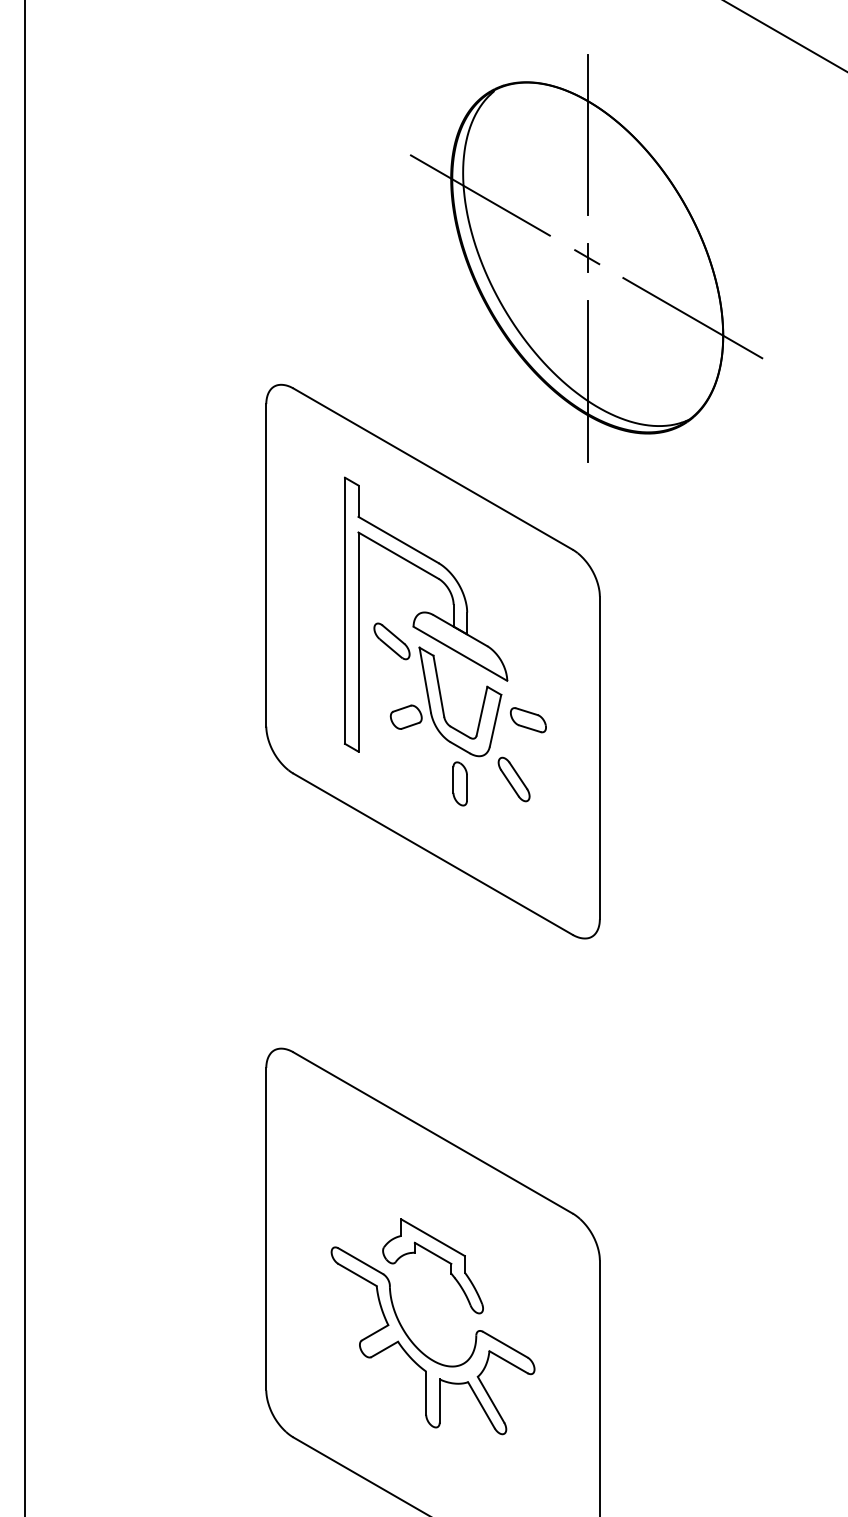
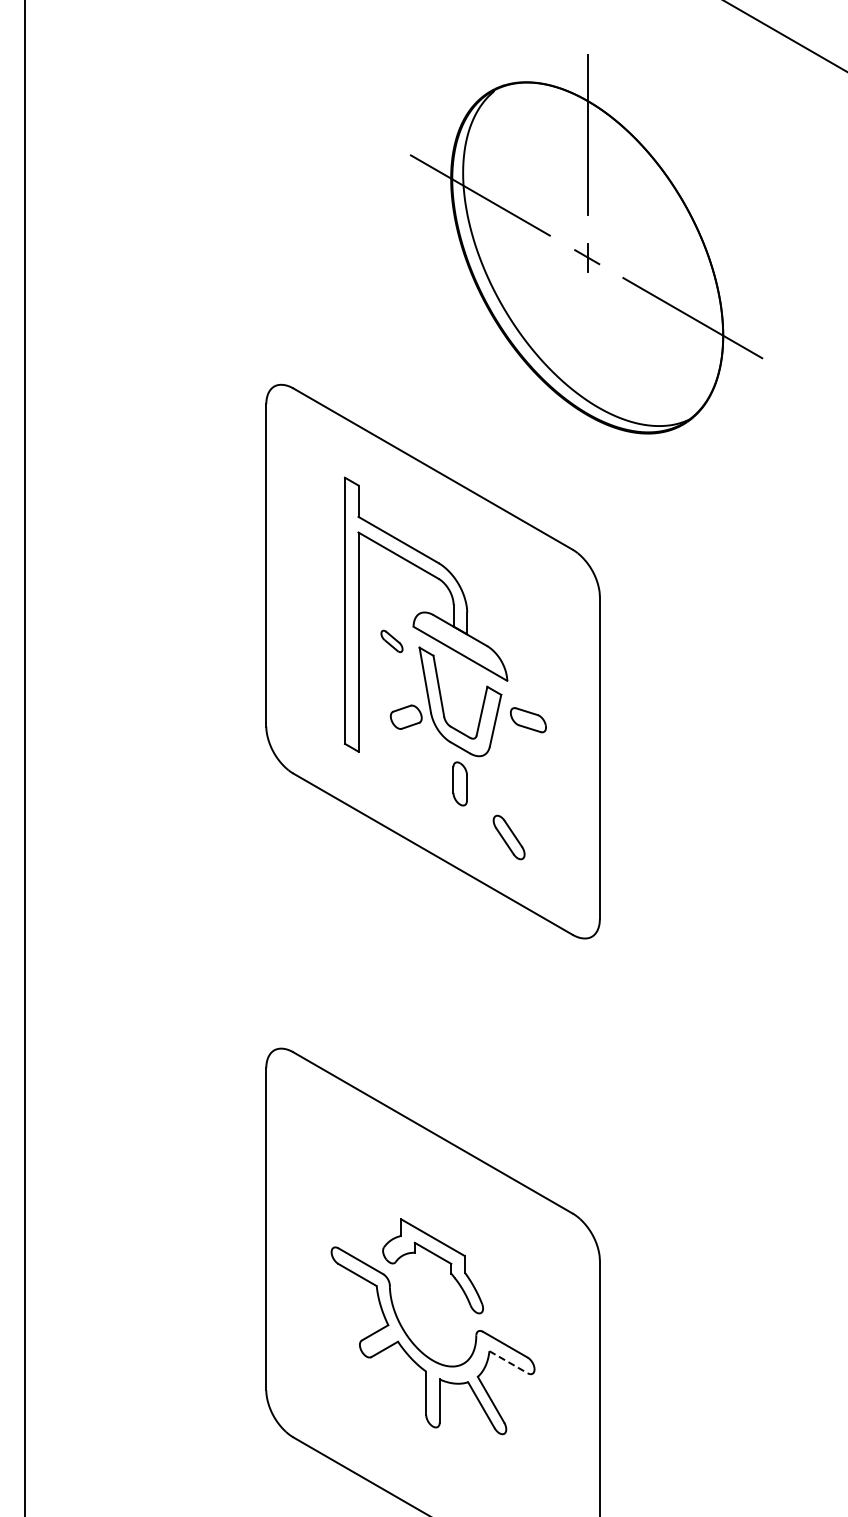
line at (587, 381): present -> none
part at (391, 641) size: 38x39 px -> 24x25 px
part at (513, 779) position: (513, 779) -> (508, 837)
line at (509, 1362): solid -> dashed
